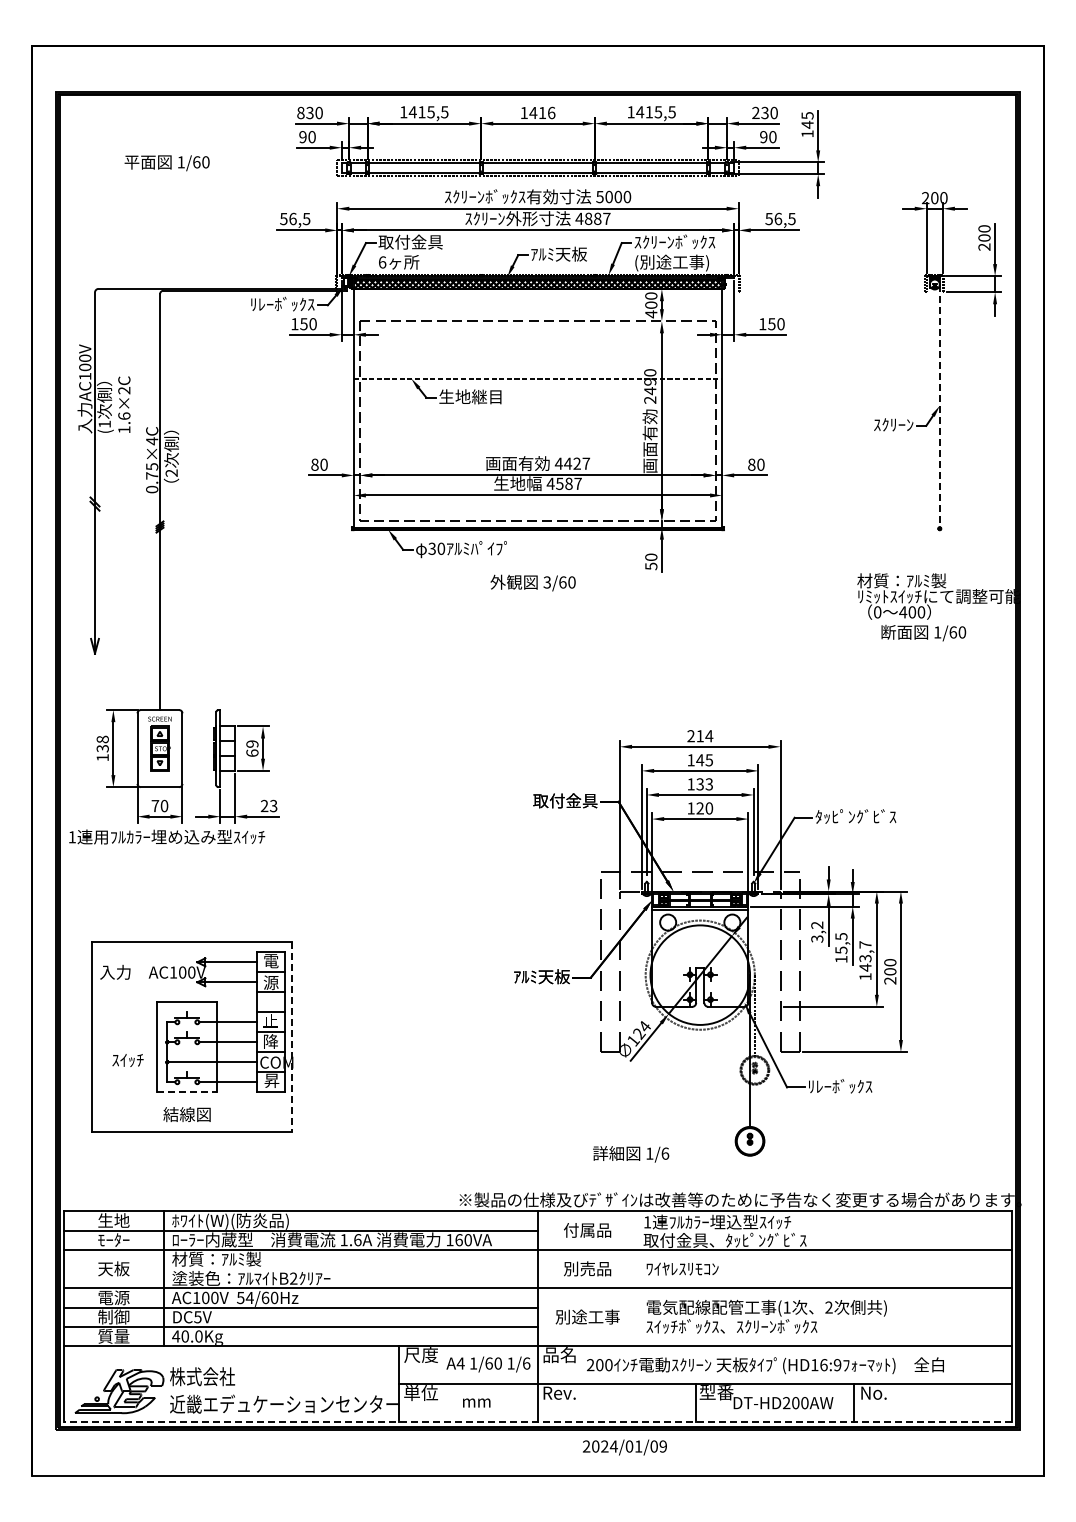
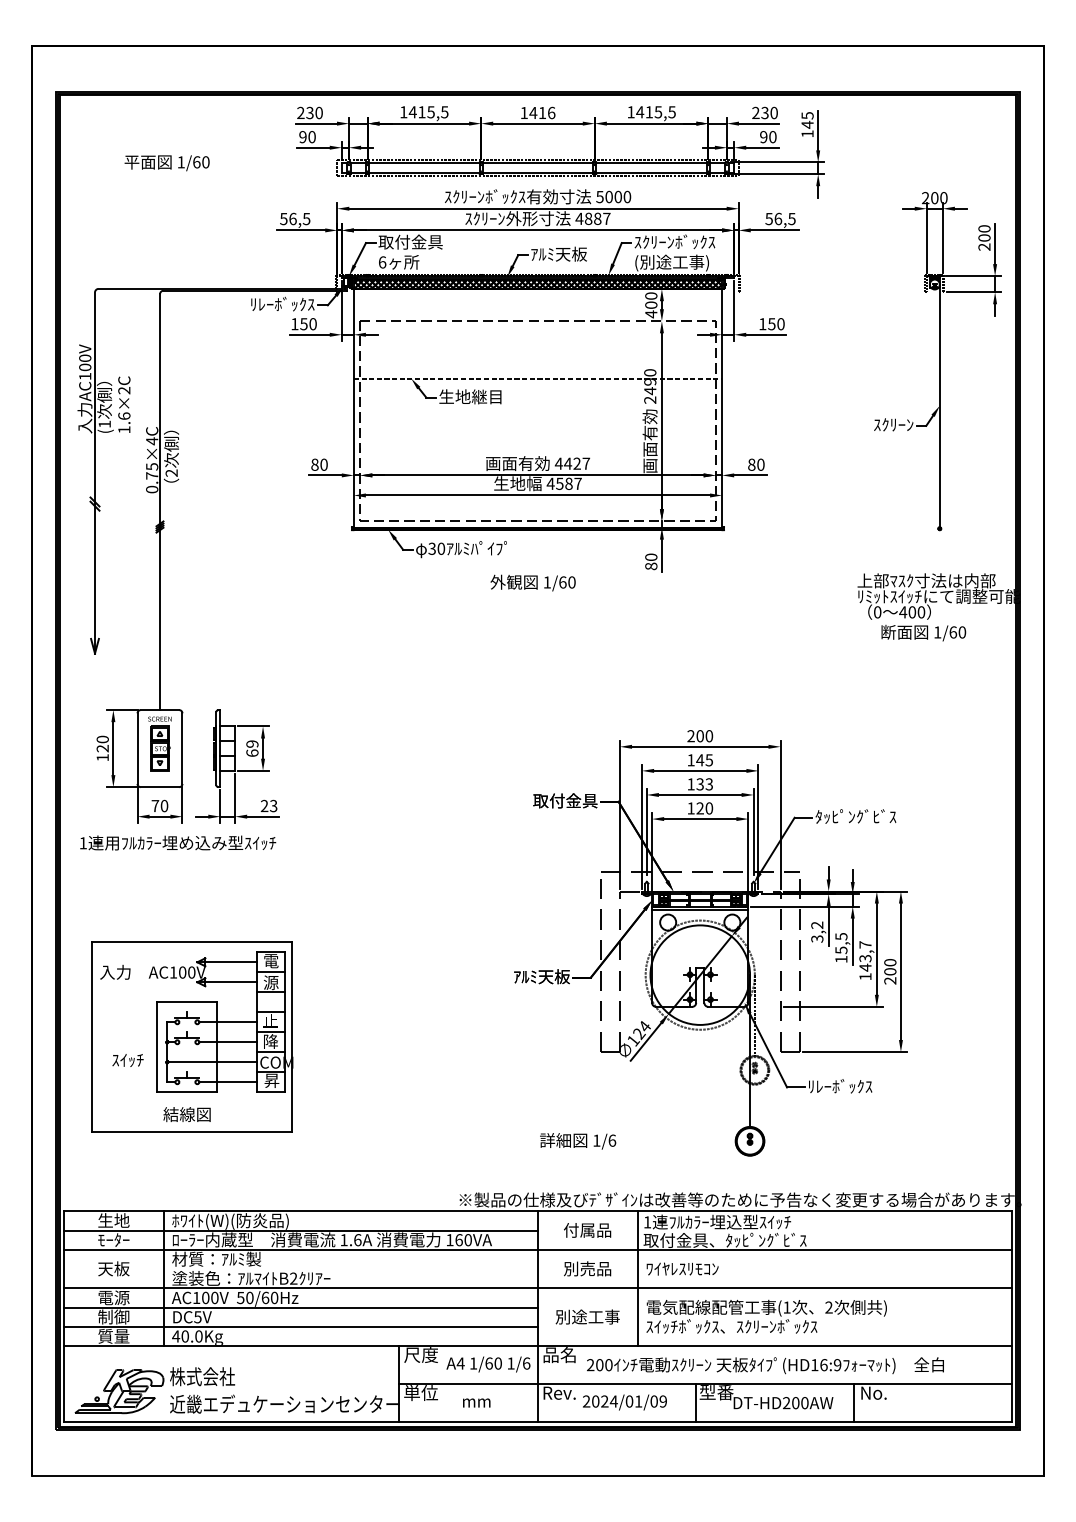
text at (300, 113): 830 -> 230
line at (939, 406): dashed -> solid
text at (651, 566): 50 -> 80
text at (926, 580): 材質：ｱﾙﾐ製 -> 上部ﾏｽｸ寸法は内部
text at (546, 582): 3/60 -> 1/60
text at (704, 736): 214 -> 200
text at (102, 743): 138 -> 120
text at (167, 836) position: (167, 836) -> (178, 842)
line at (292, 1037): dashed -> solid
line at (187, 1092): dashed -> solid
text at (631, 1154) position: (631, 1154) -> (578, 1141)
line at (637, 1278): none -> present
text at (249, 1297): 54/60Hz -> 50/60Hz
line at (538, 1422): dashed -> solid
text at (624, 1447) position: (624, 1447) -> (624, 1402)
